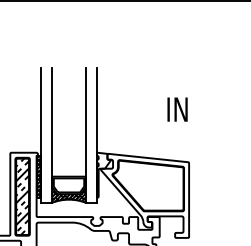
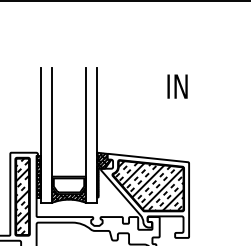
text at (177, 109) position: (177, 109) -> (177, 86)
hatch at (103, 174): none -> present
hatch at (149, 185): none -> present
